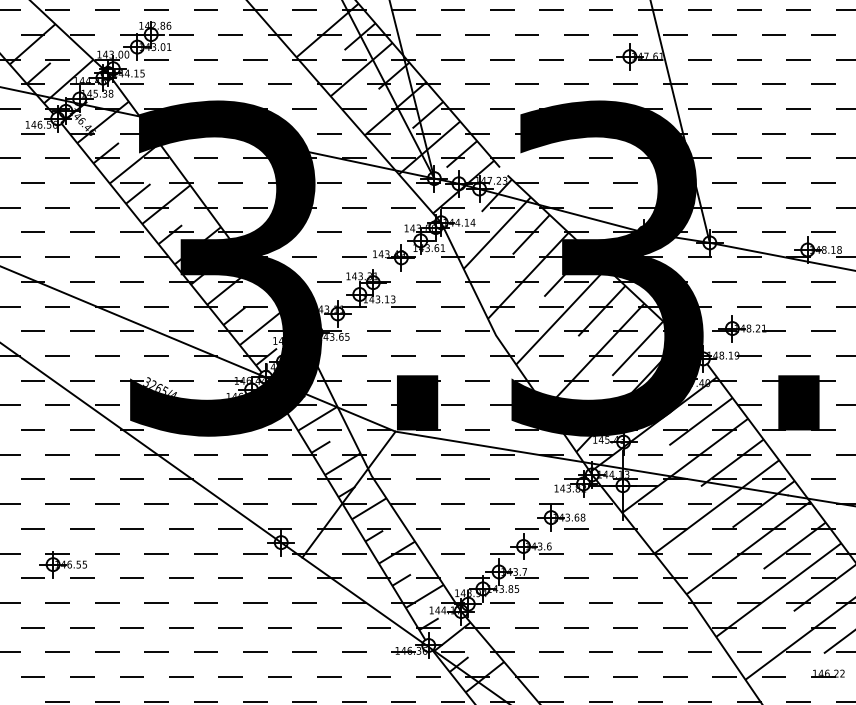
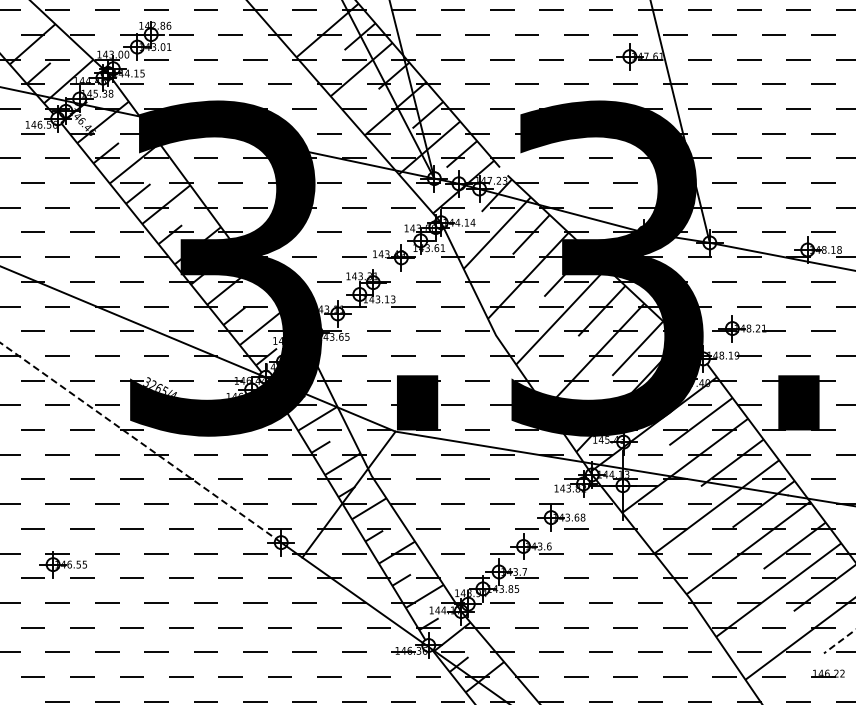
line at (140, 442): solid -> dashed
line at (839, 641): solid -> dashed
